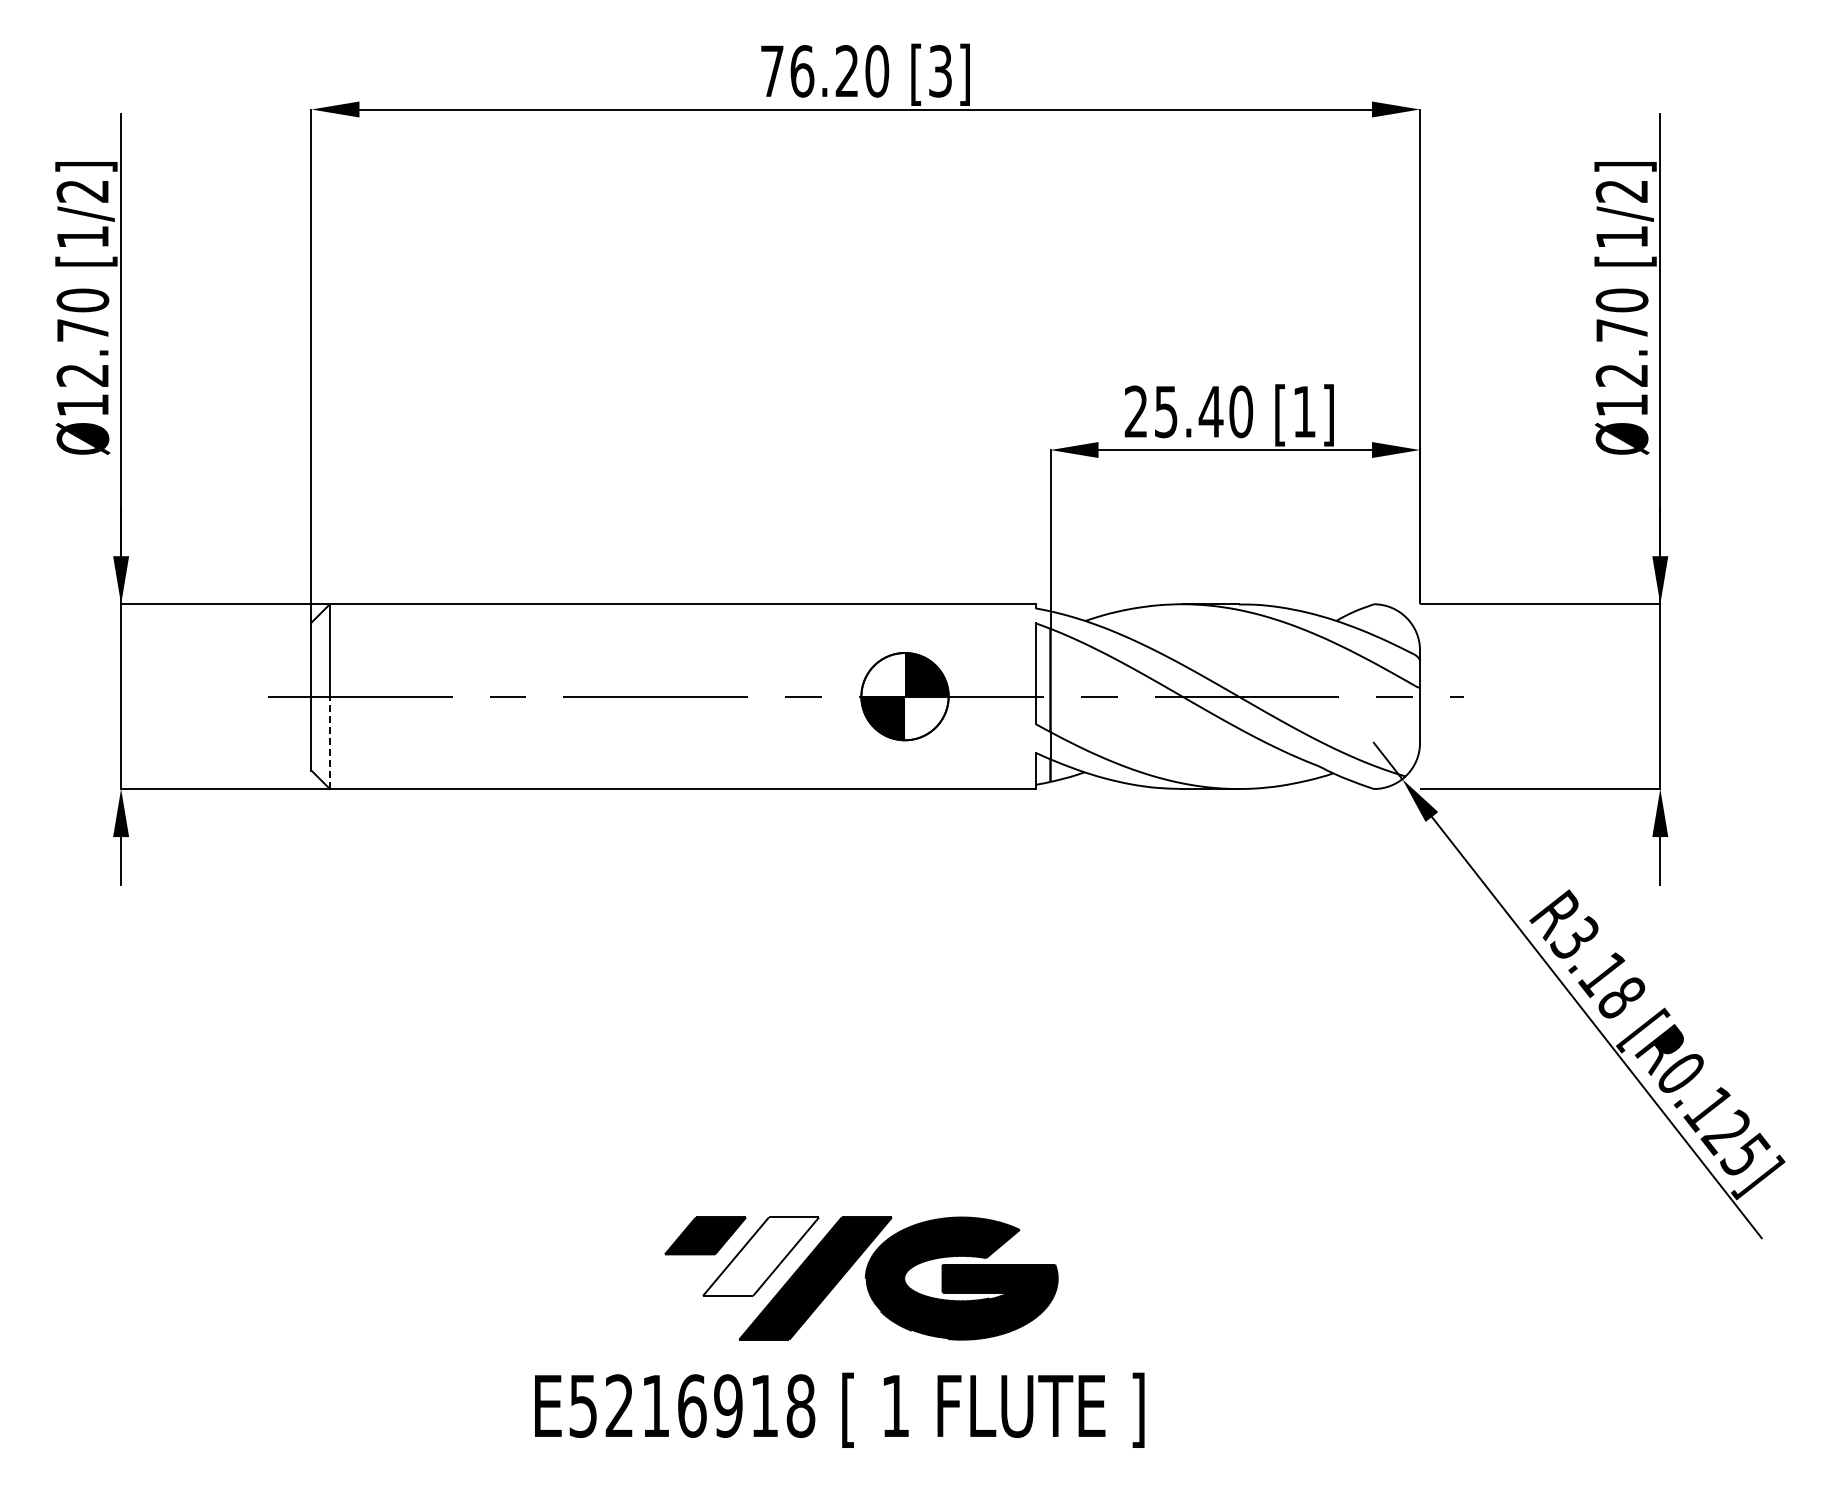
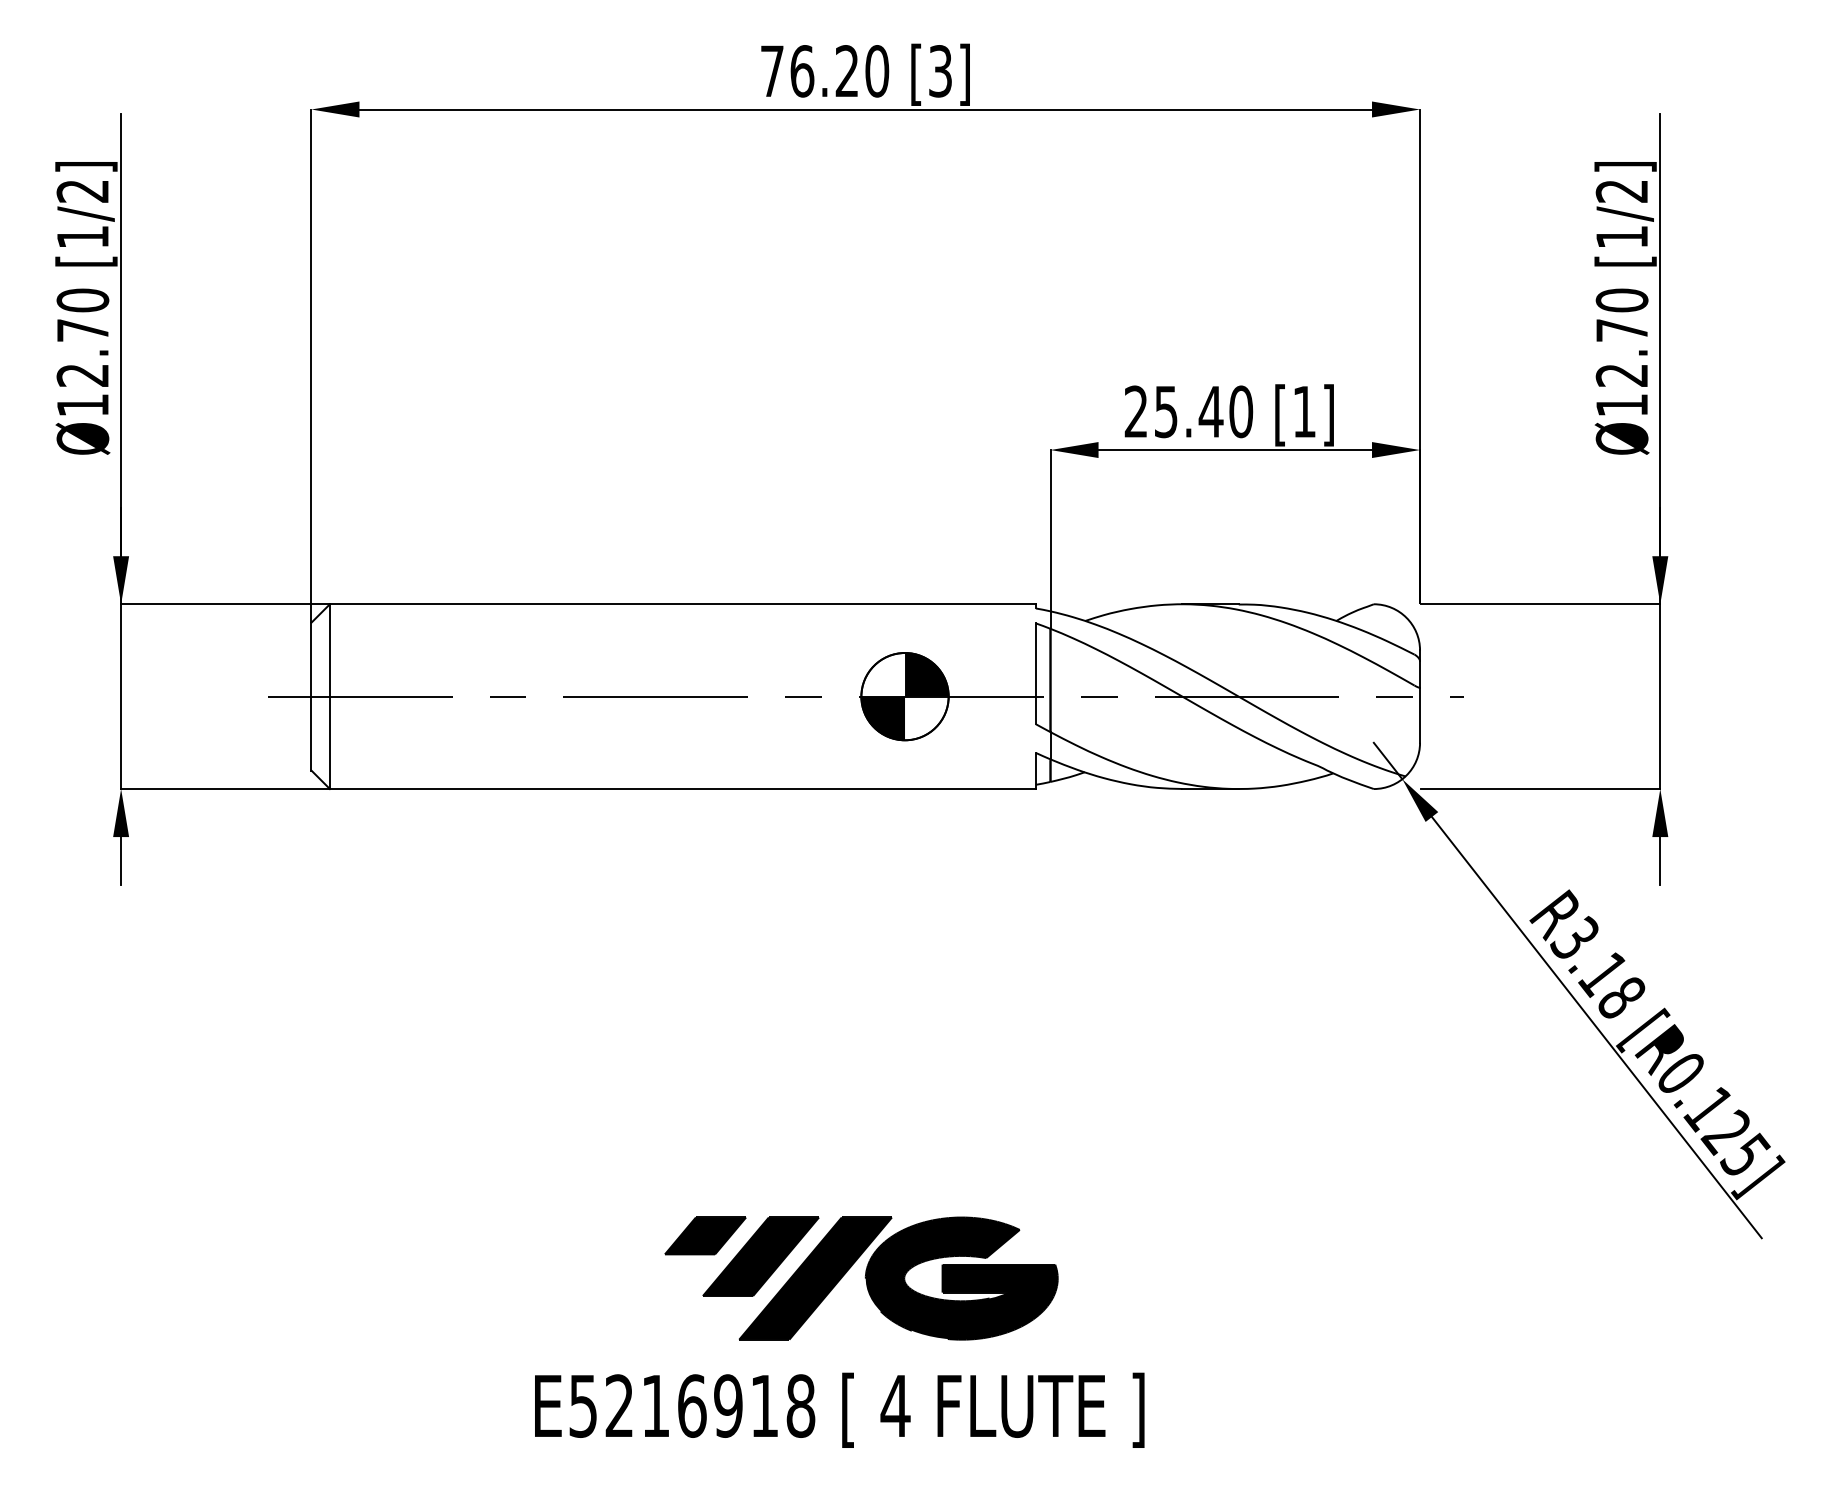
line at (329, 742): dashed -> solid
fill at (760, 1256): none -> present
text at (895, 1405): 1 -> 4
